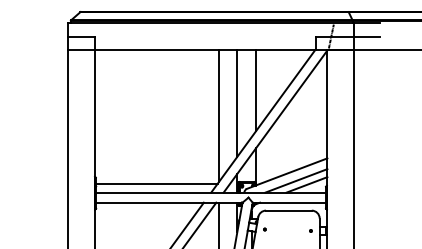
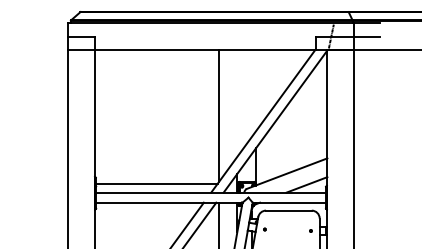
line at (256, 90): present -> none
line at (237, 102): present -> none
line at (296, 180): present -> none
